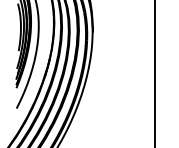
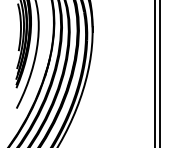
line at (160, 73): none -> present
